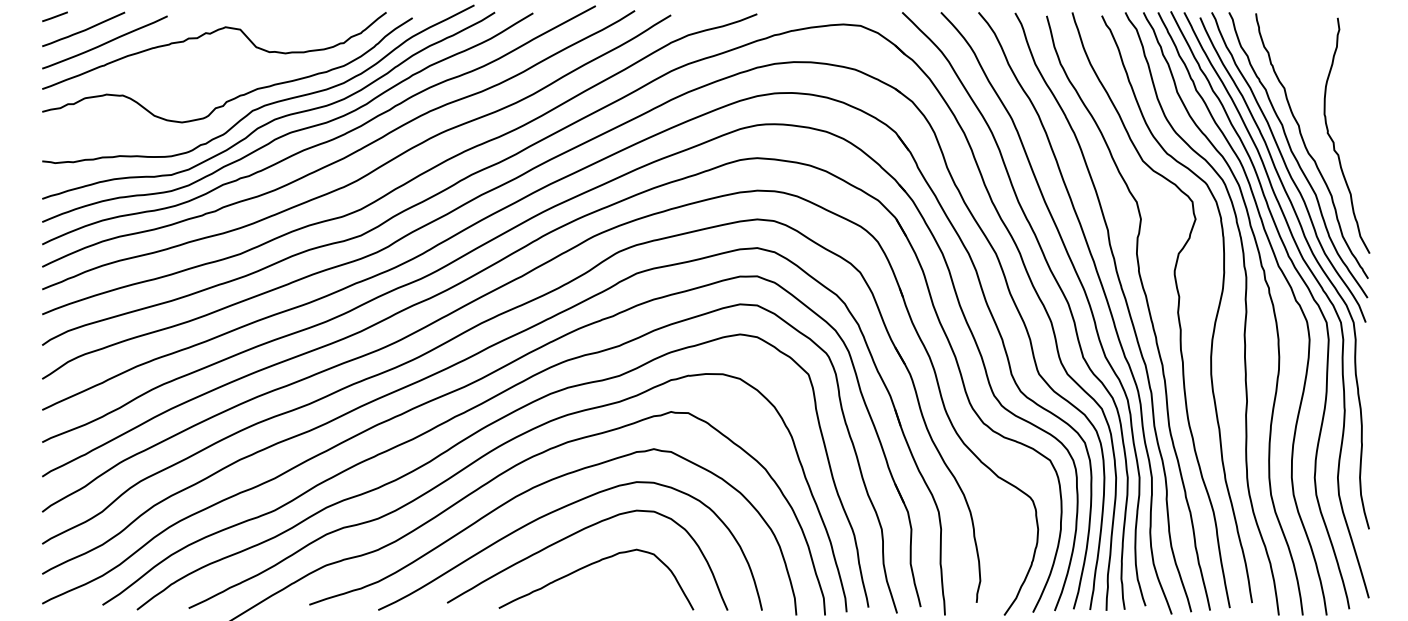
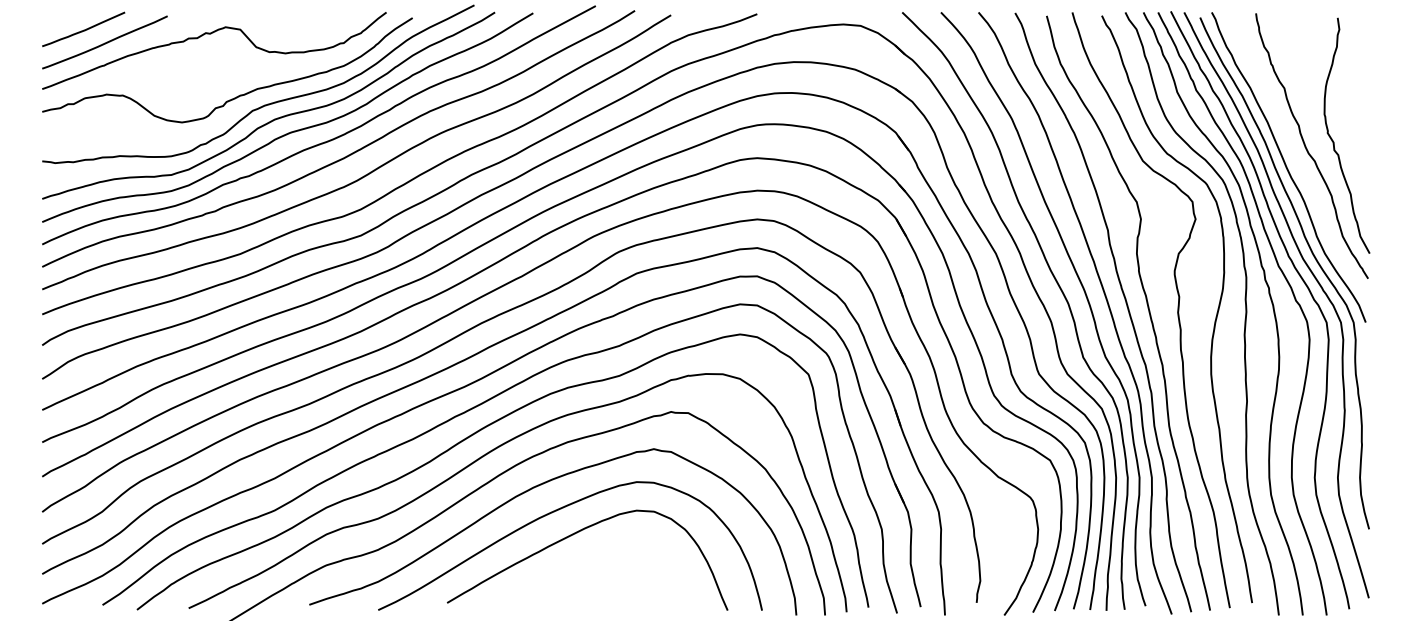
line at (54, 16): present -> none
curve at (1296, 157): present -> none
curve at (590, 565): present -> none
